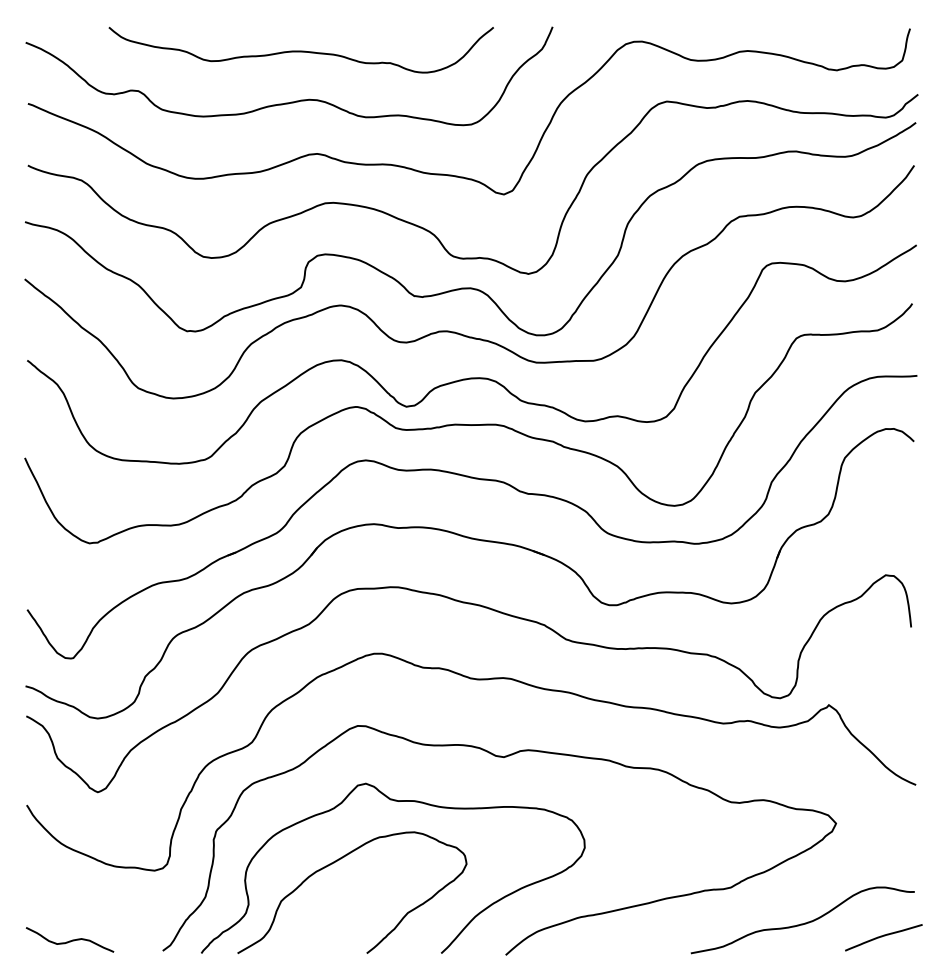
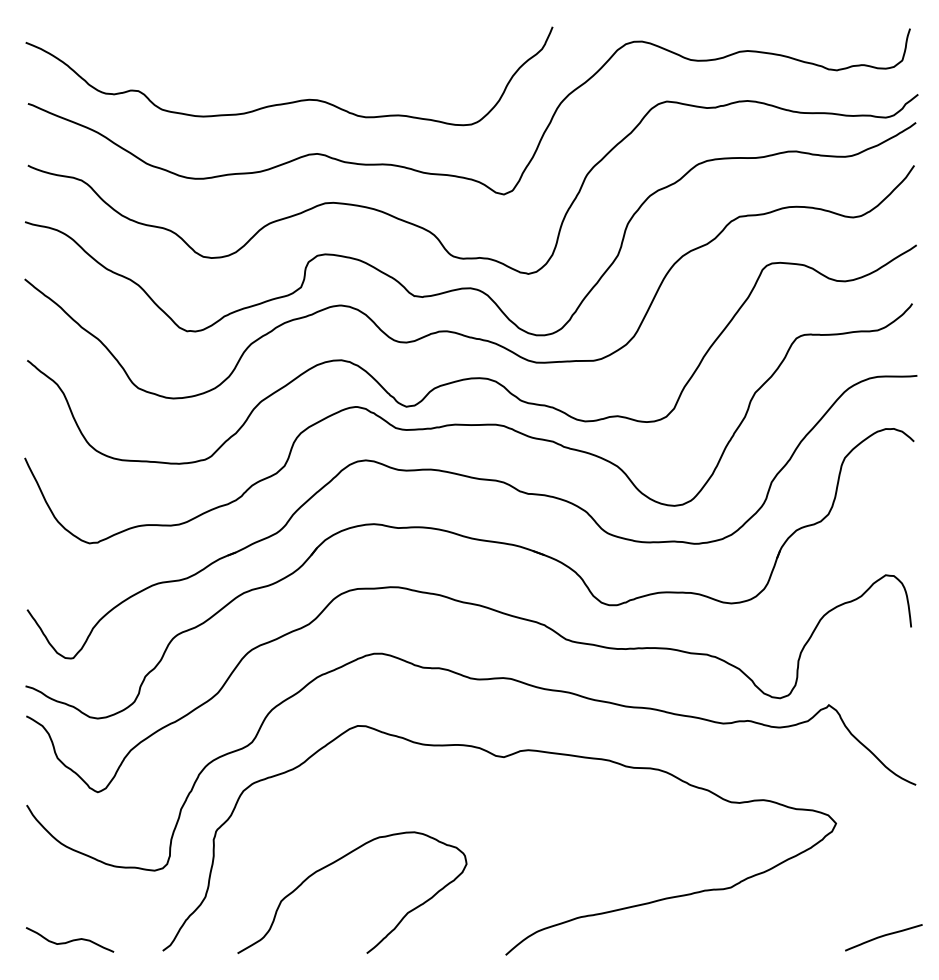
curve at (300, 50): present -> none
curve at (394, 801): present -> none
curve at (804, 922): present -> none
